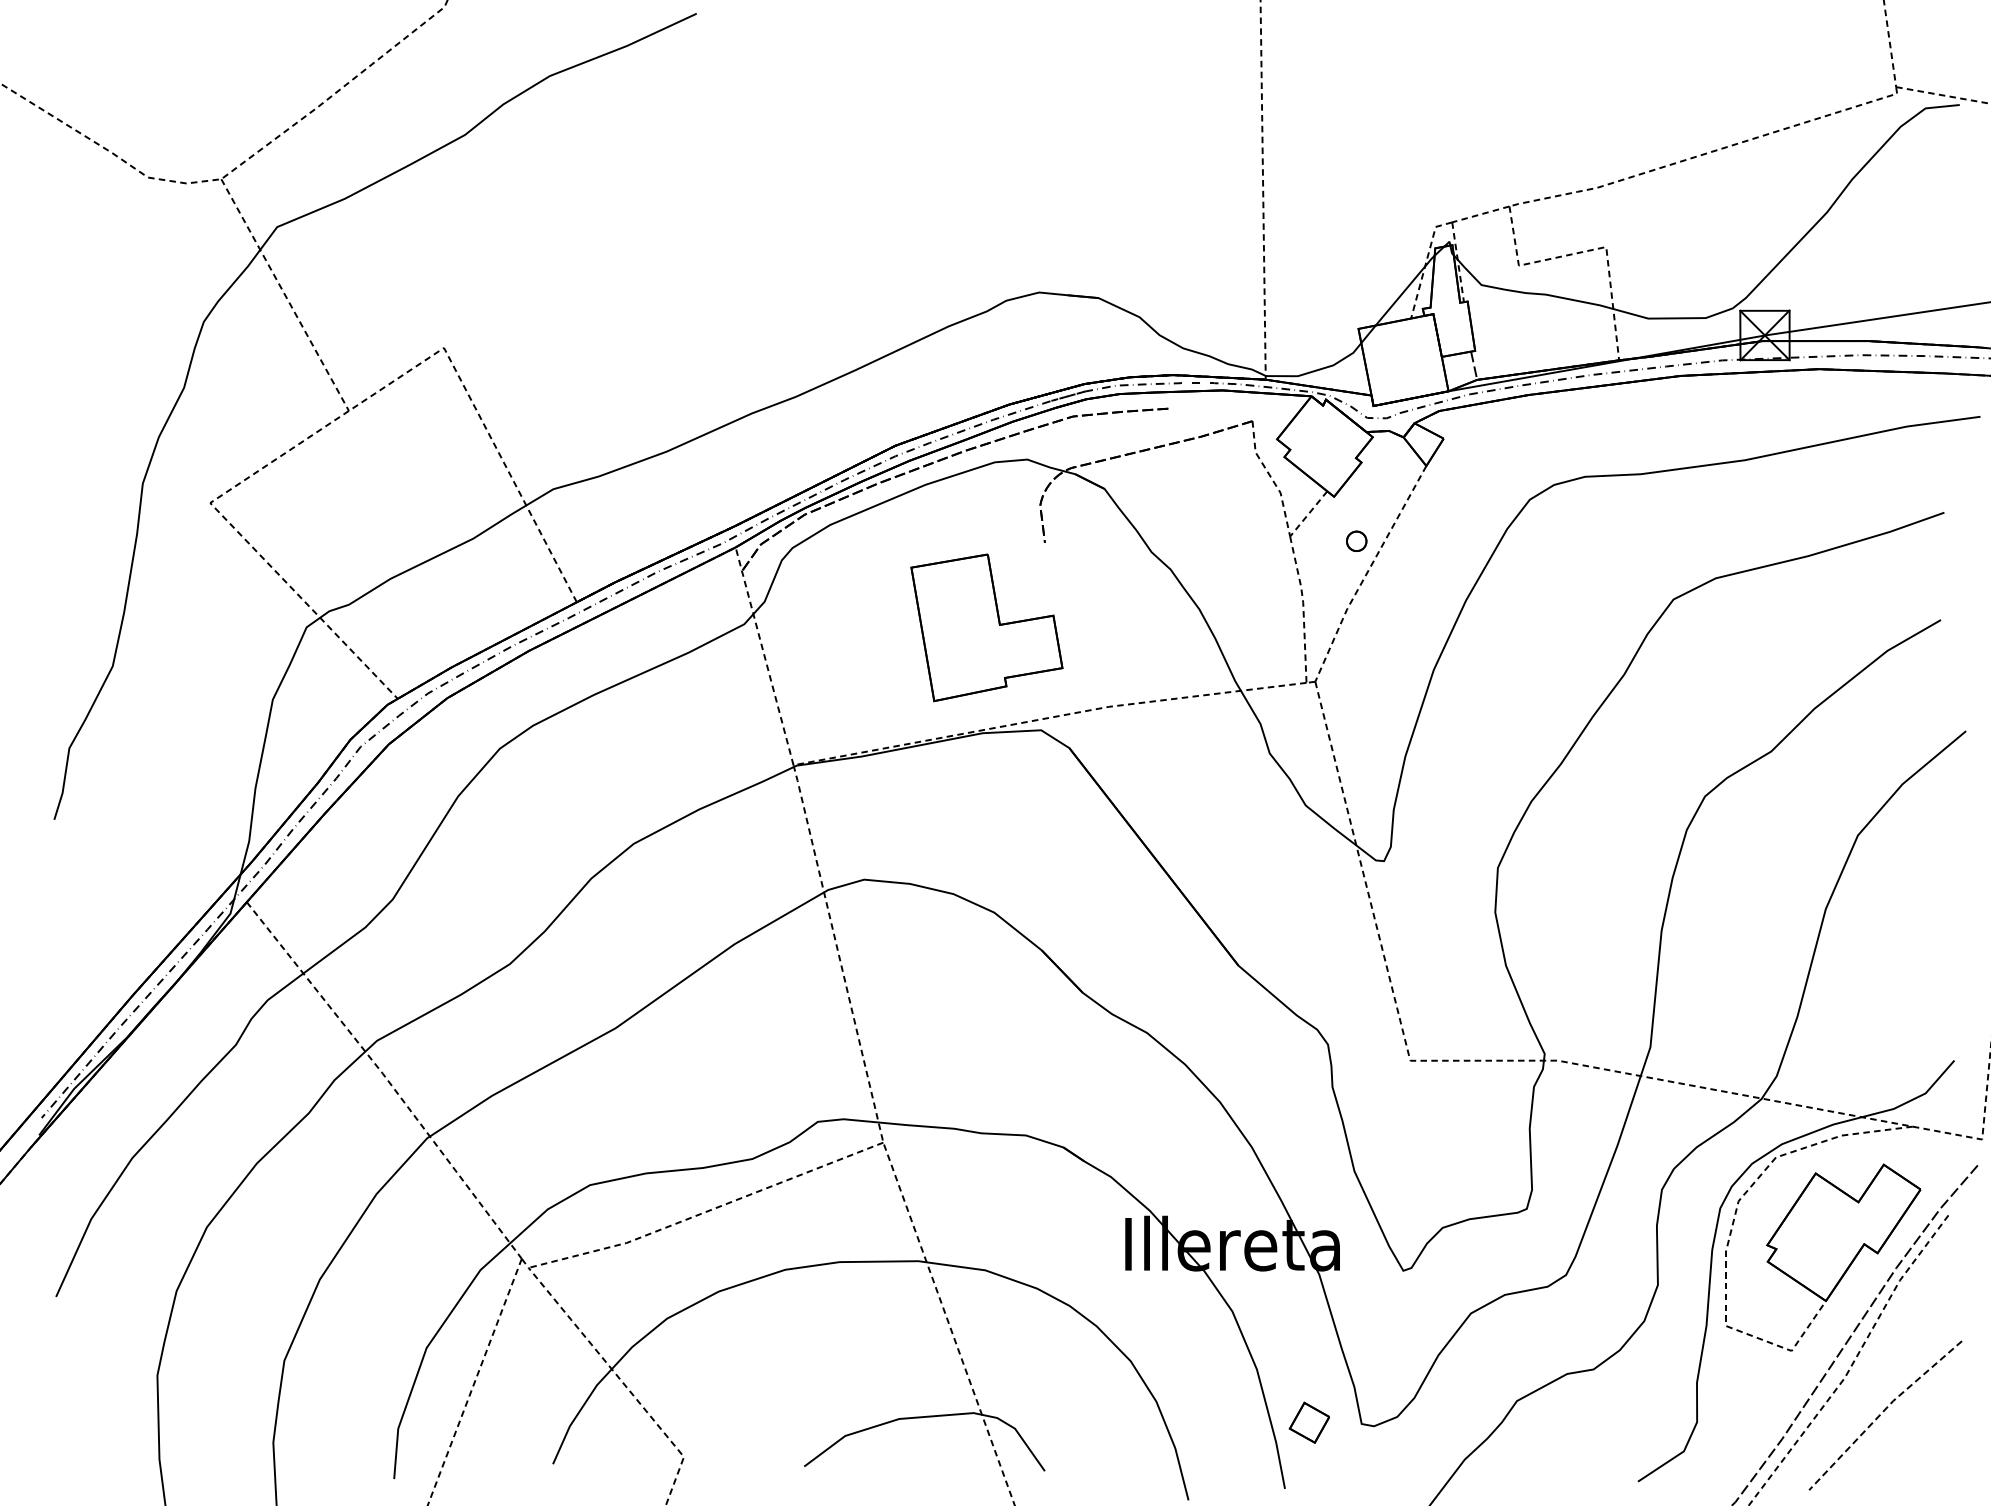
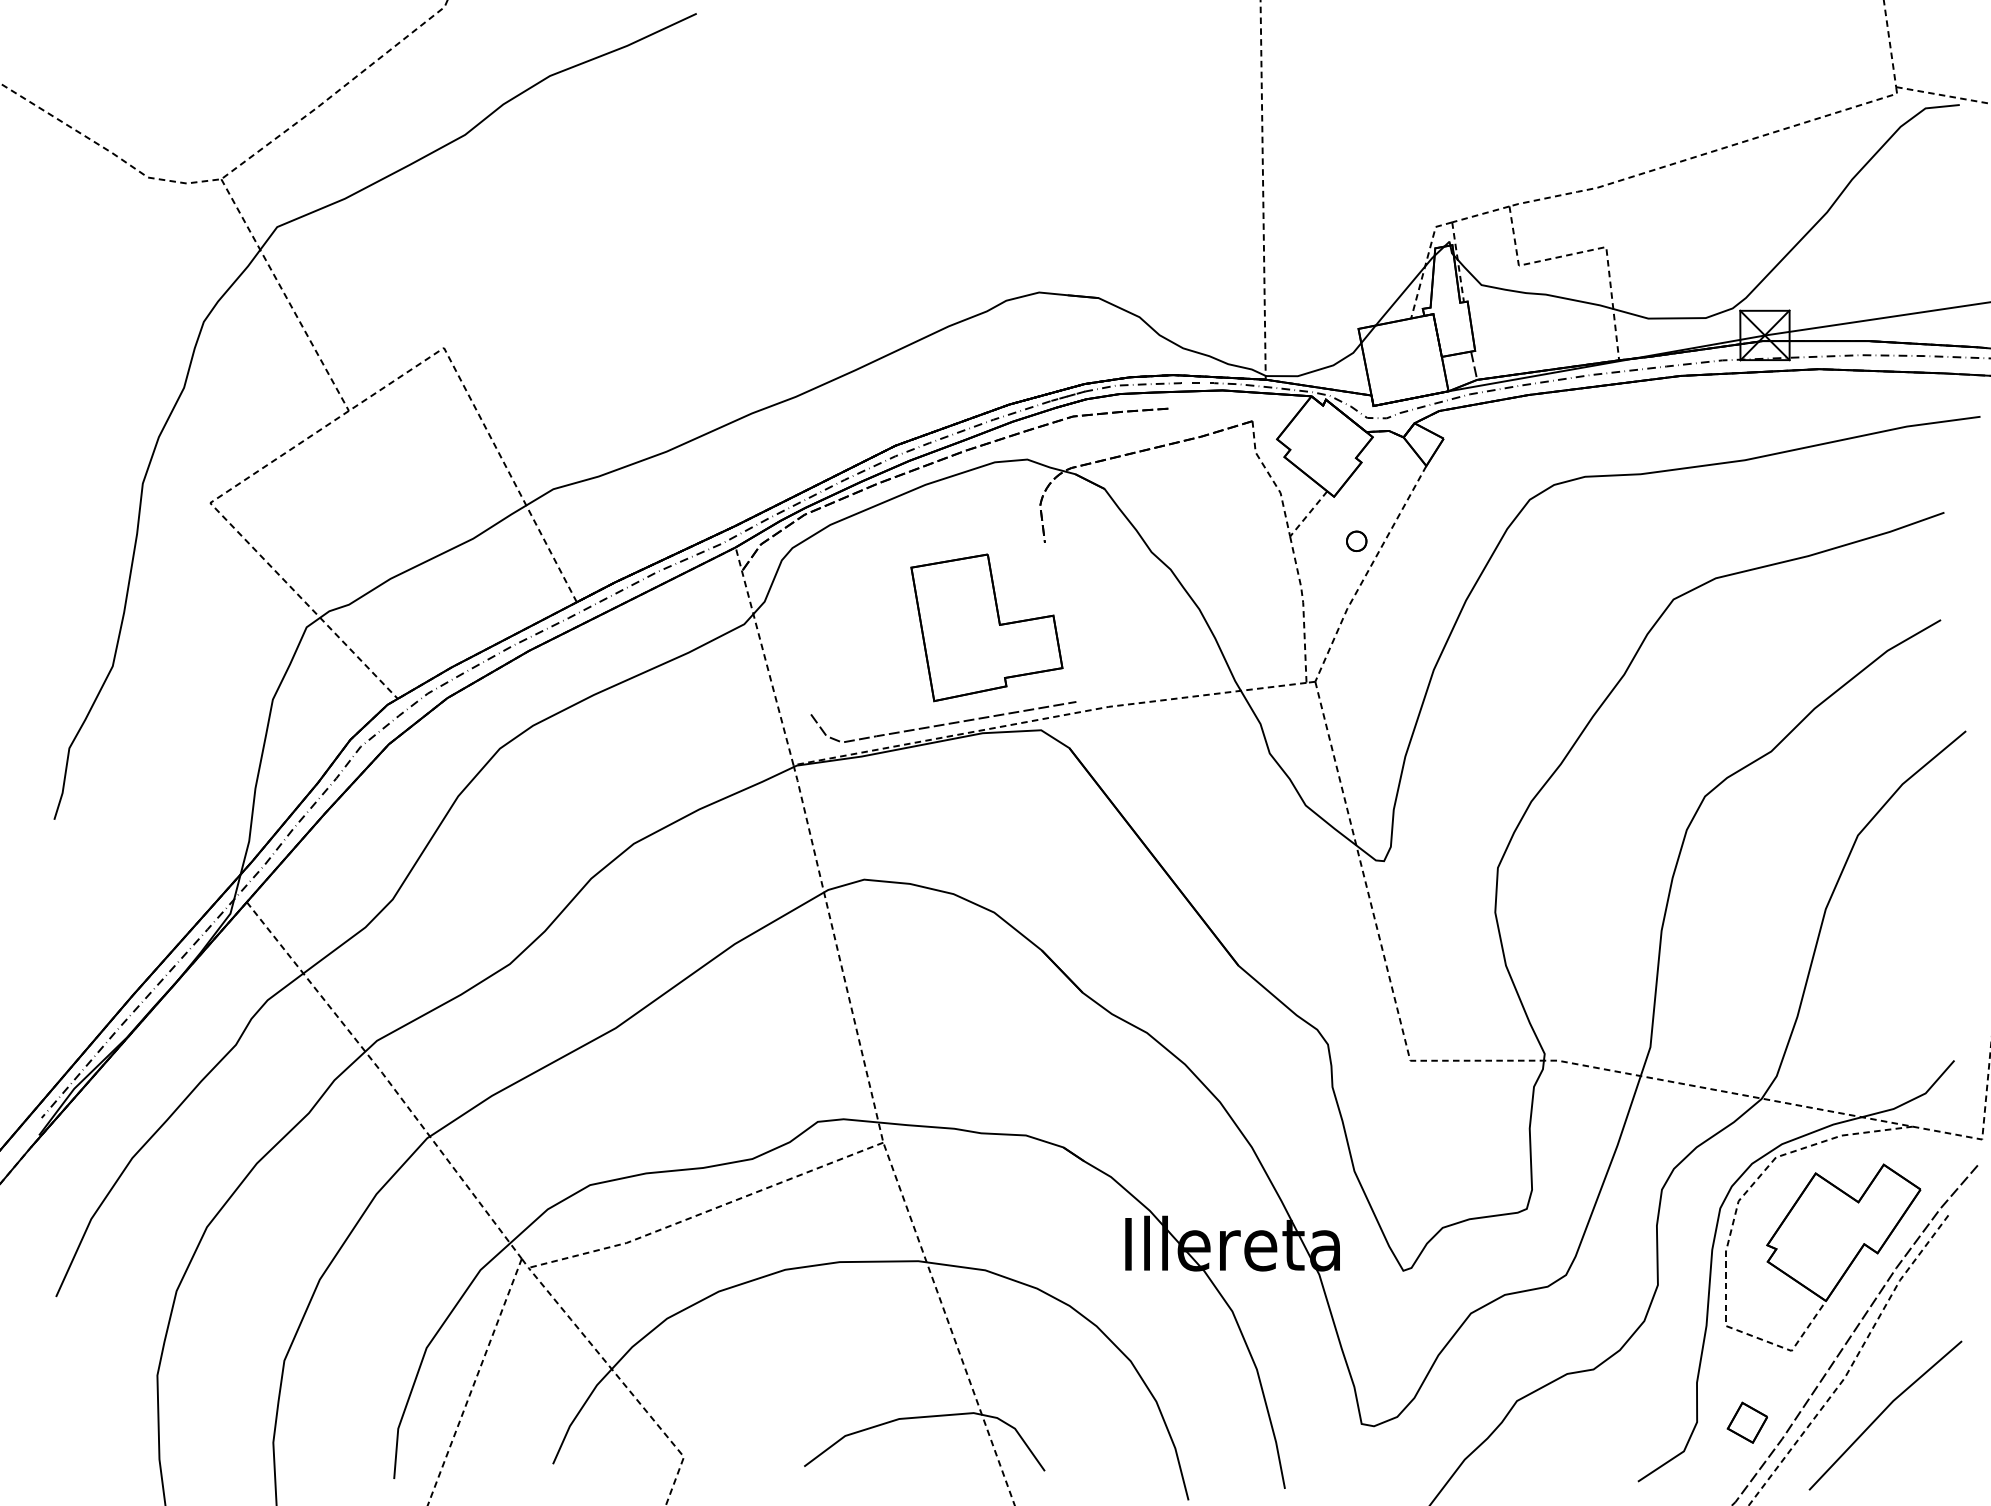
line at (943, 723): none -> present
line at (1883, 1411): dashed -> solid
part at (1308, 1422) position: (1308, 1422) -> (1746, 1422)
